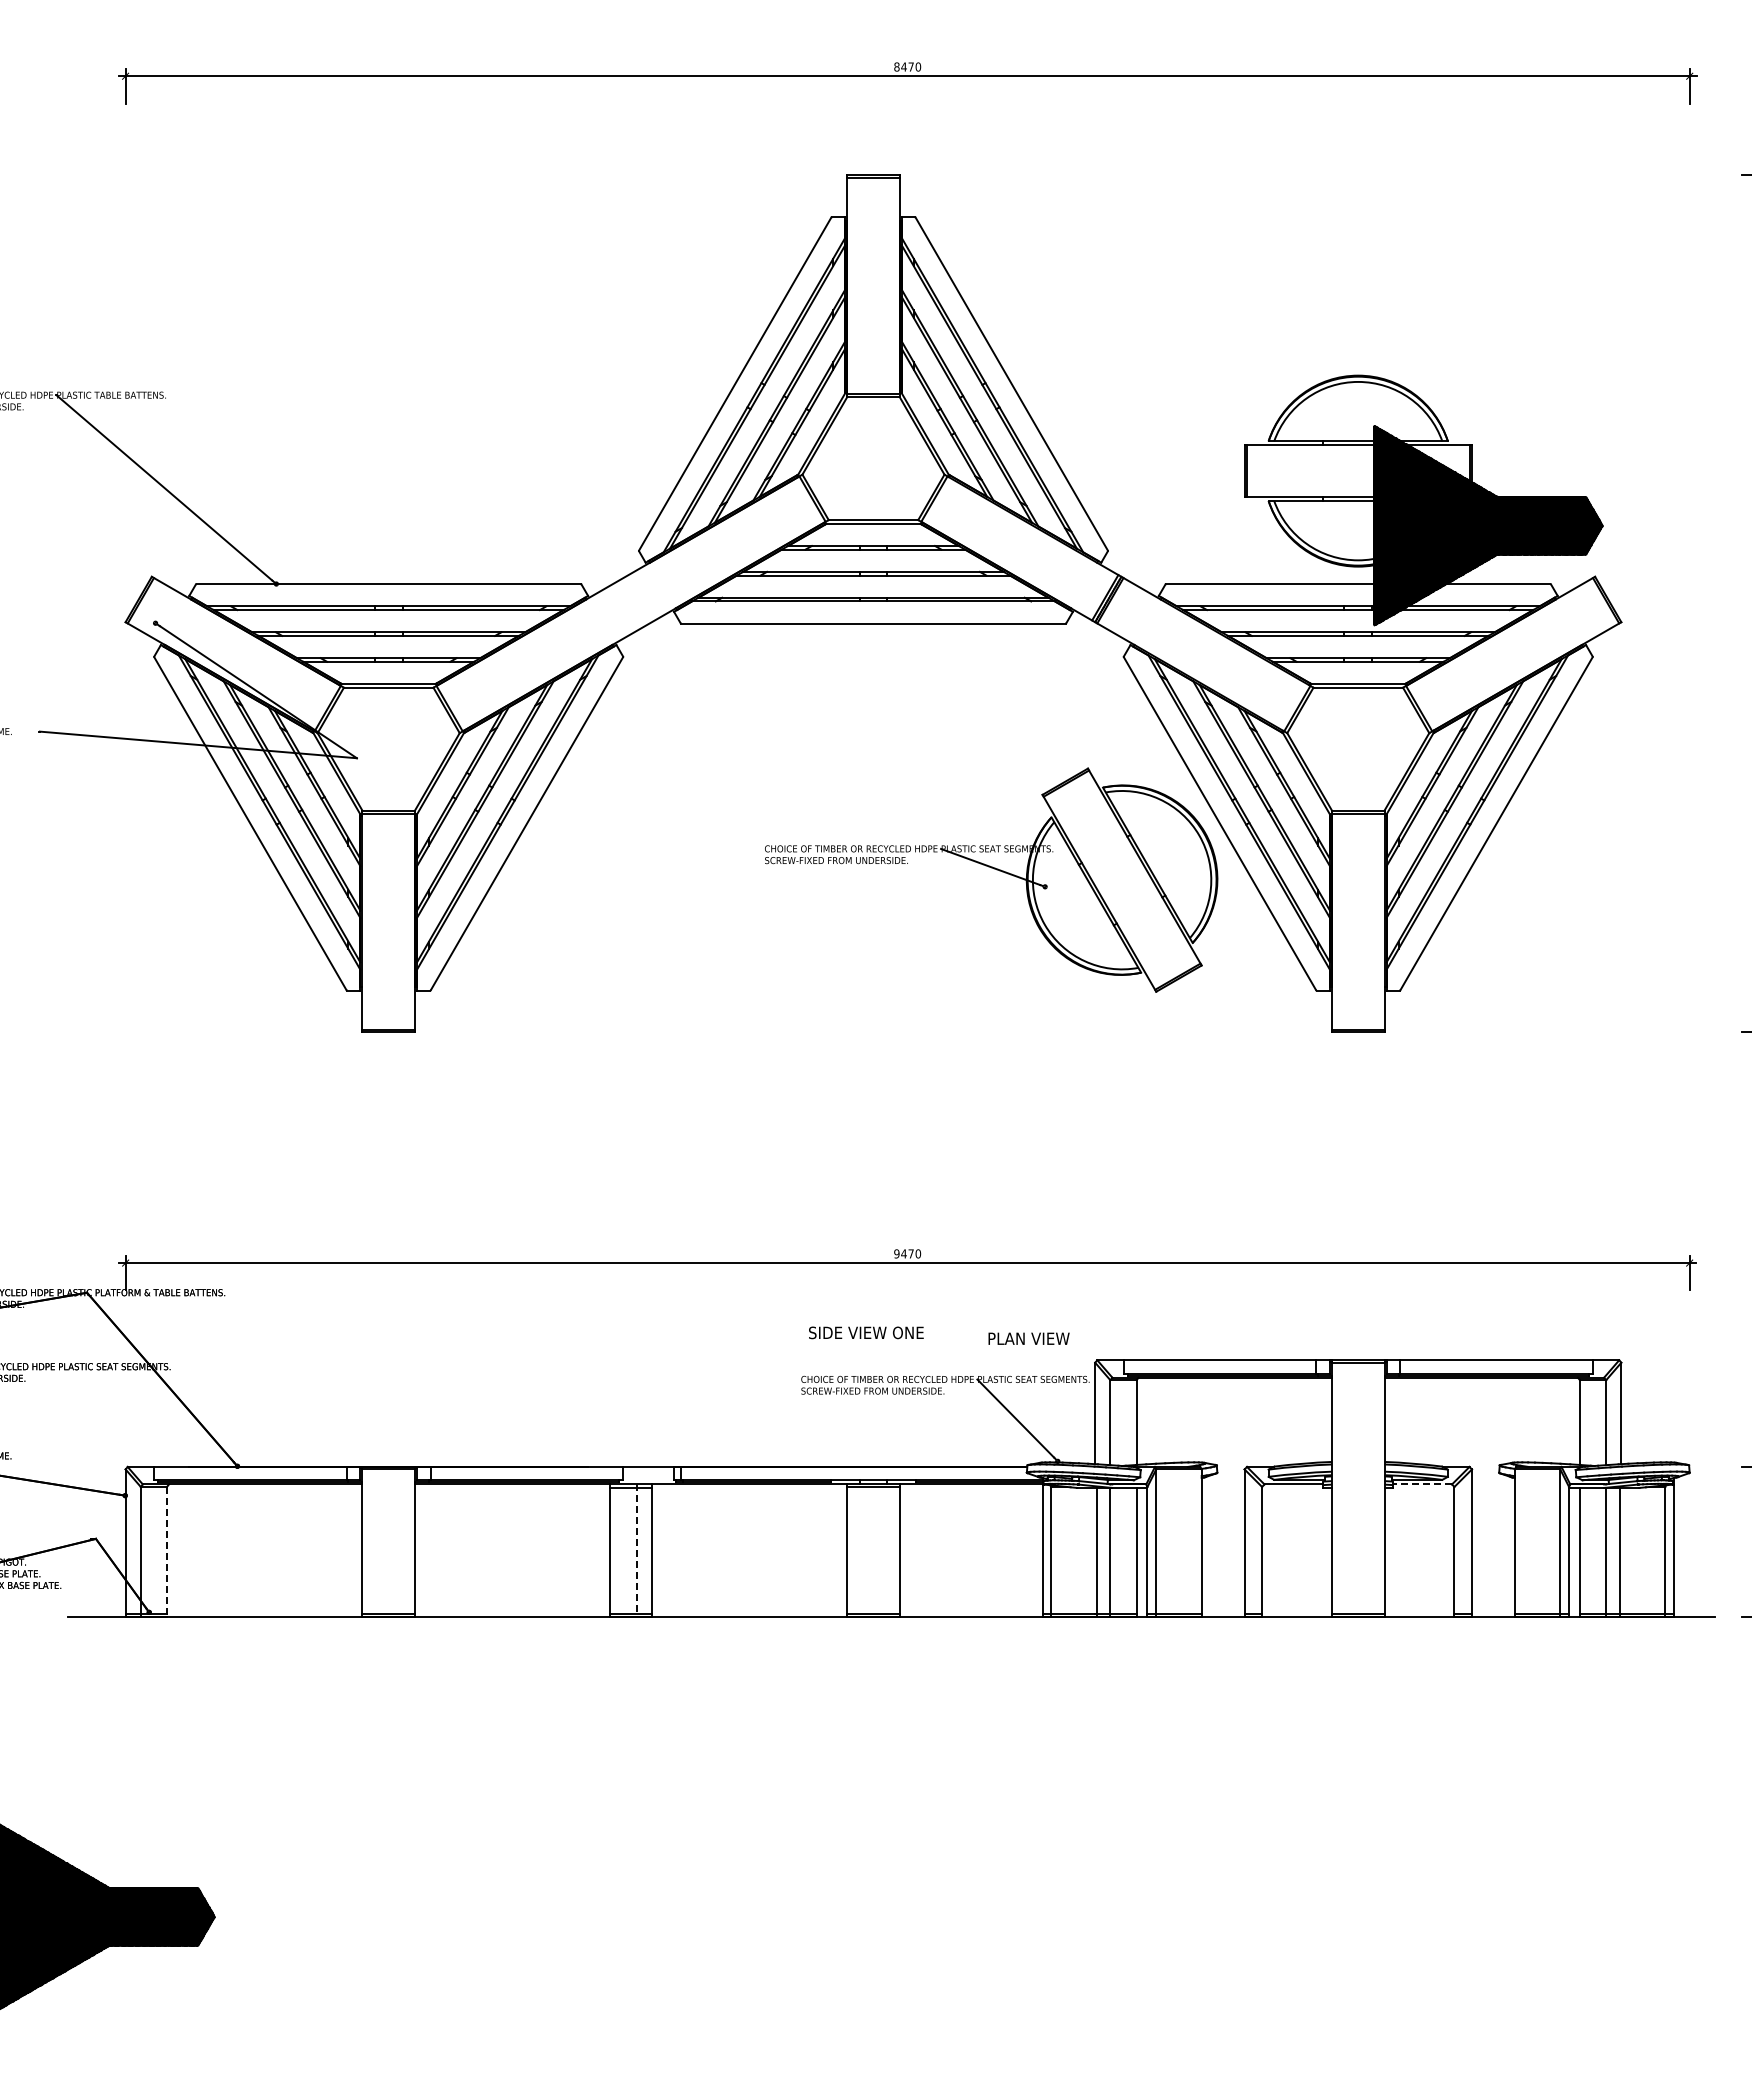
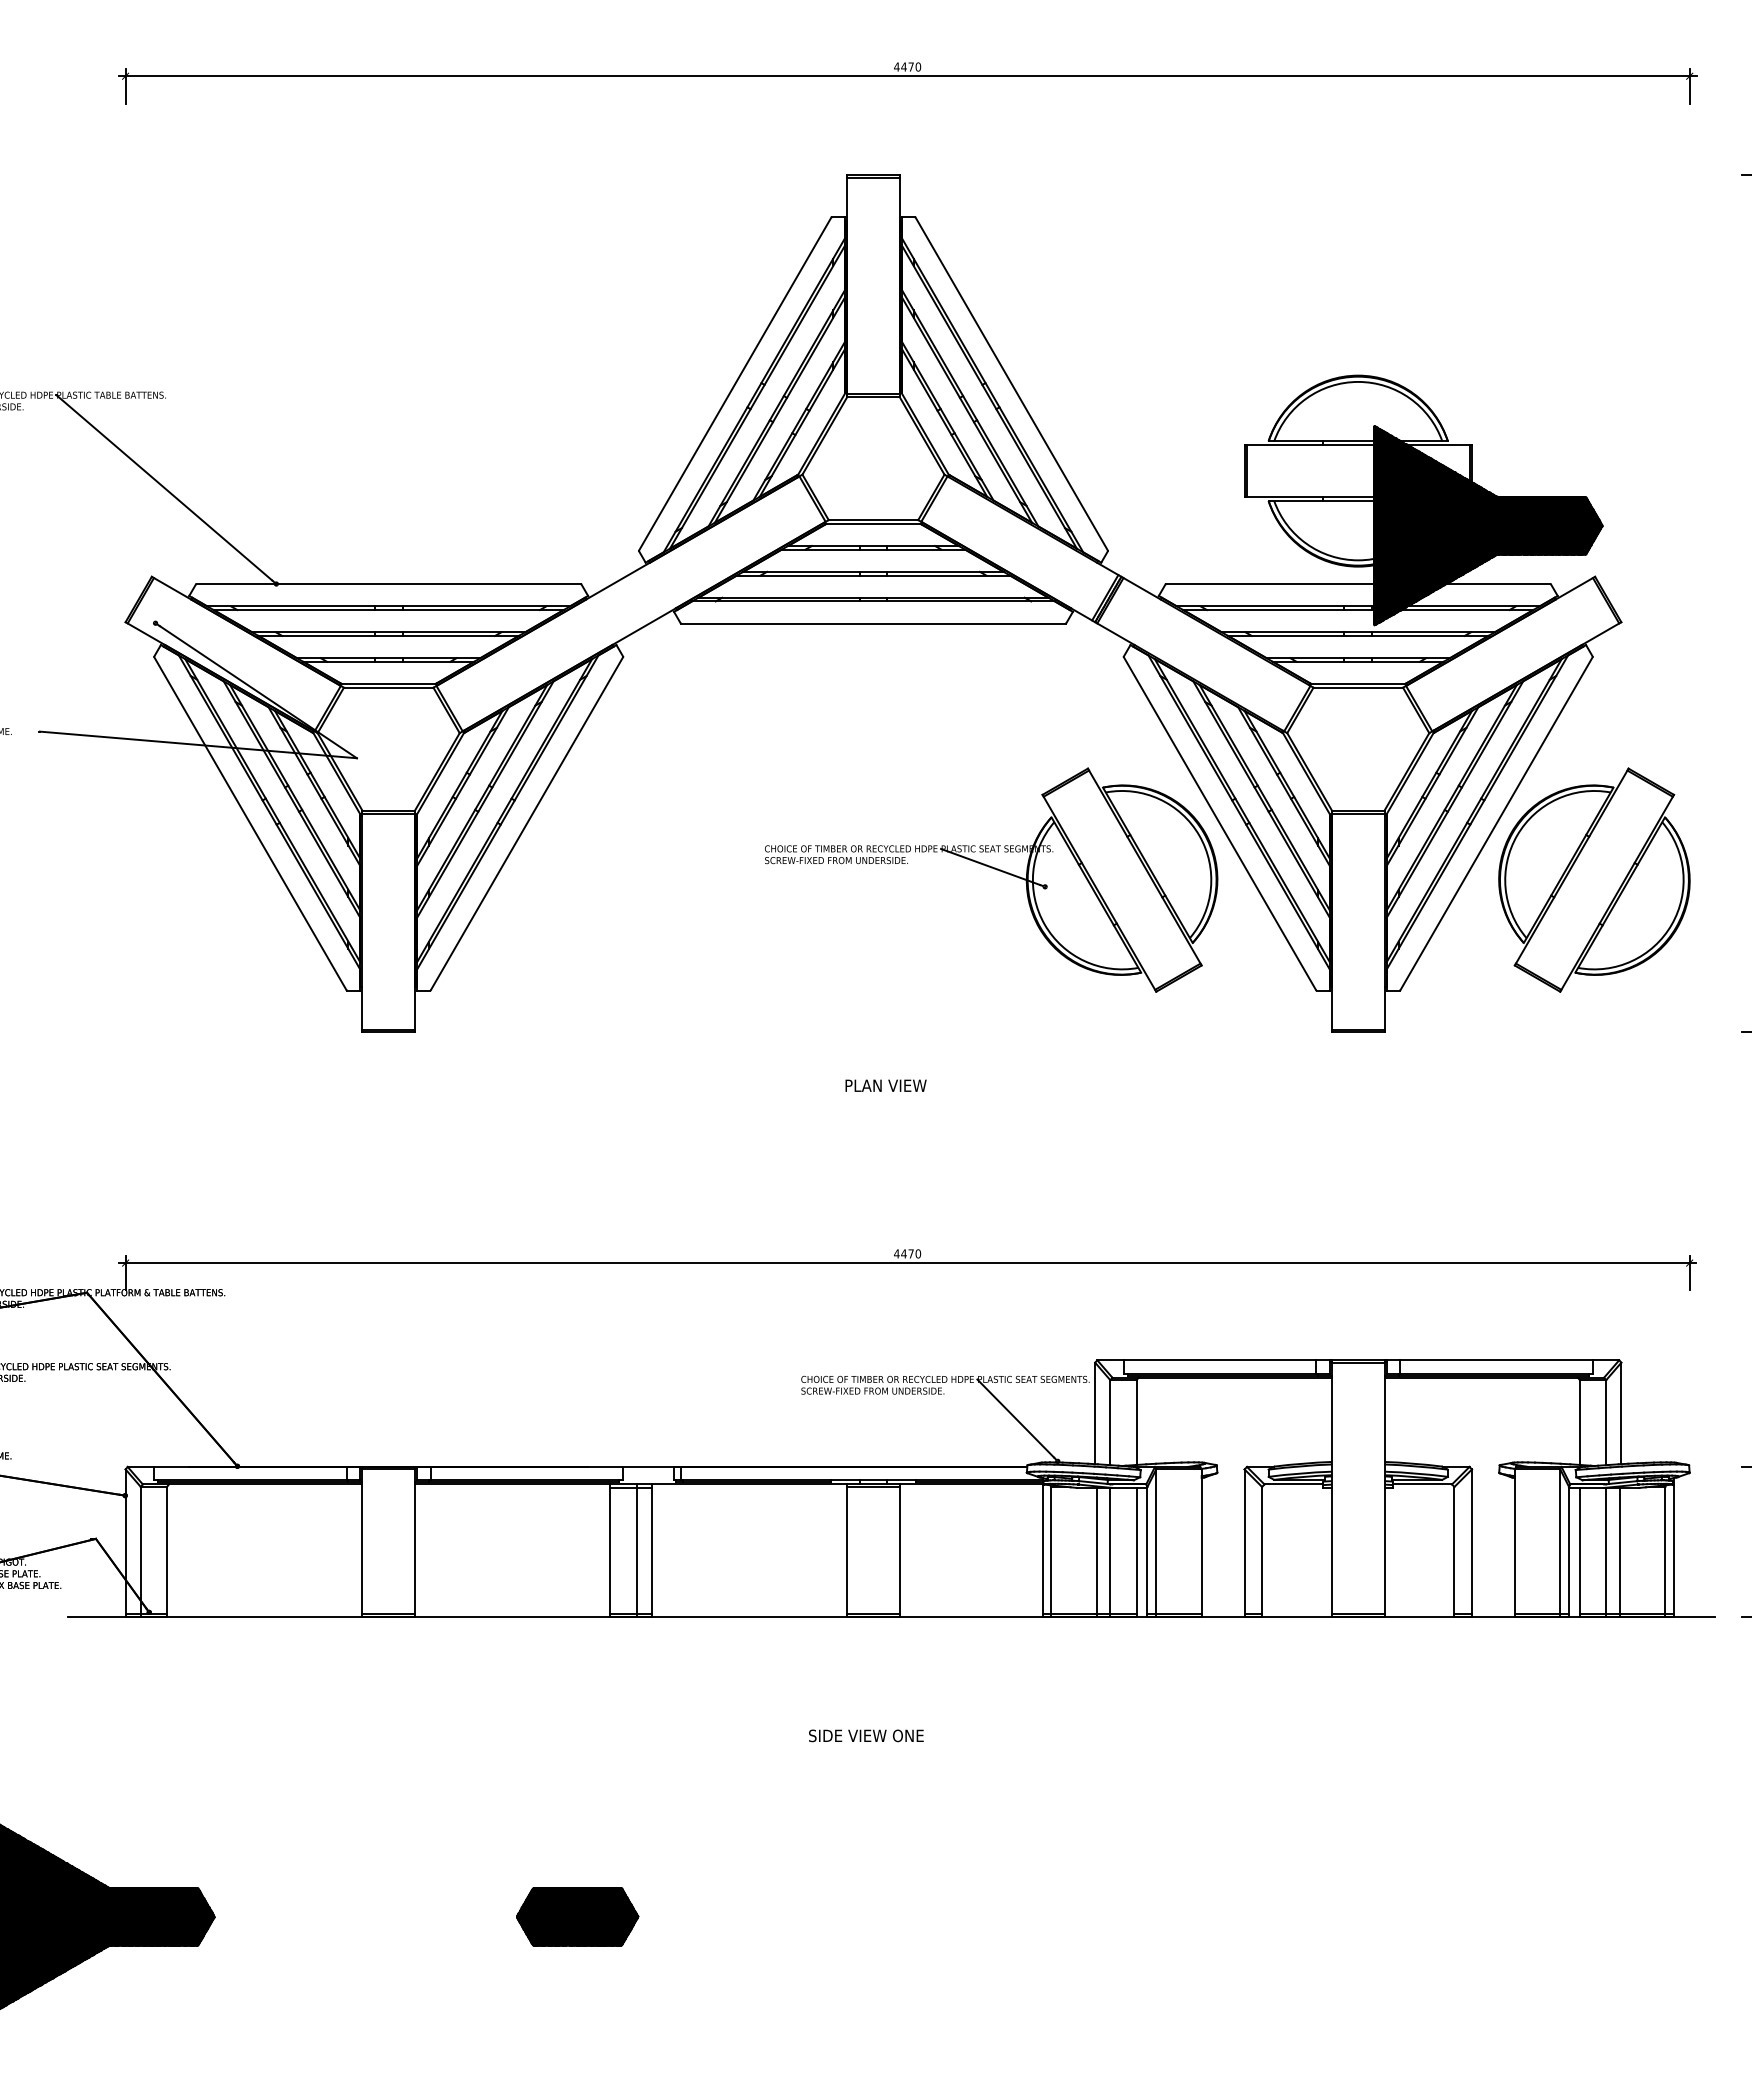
text at (896, 66): 8470 -> 4470
part at (1594, 879): none -> present
text at (896, 1253): 9470 -> 4470
text at (866, 1332) position: (866, 1332) -> (866, 1735)
text at (1028, 1338) position: (1028, 1338) -> (885, 1085)
line at (1422, 1484): dashed -> solid
line at (636, 1551): dashed -> solid
line at (167, 1552): dashed -> solid
part at (577, 1916): none -> present
